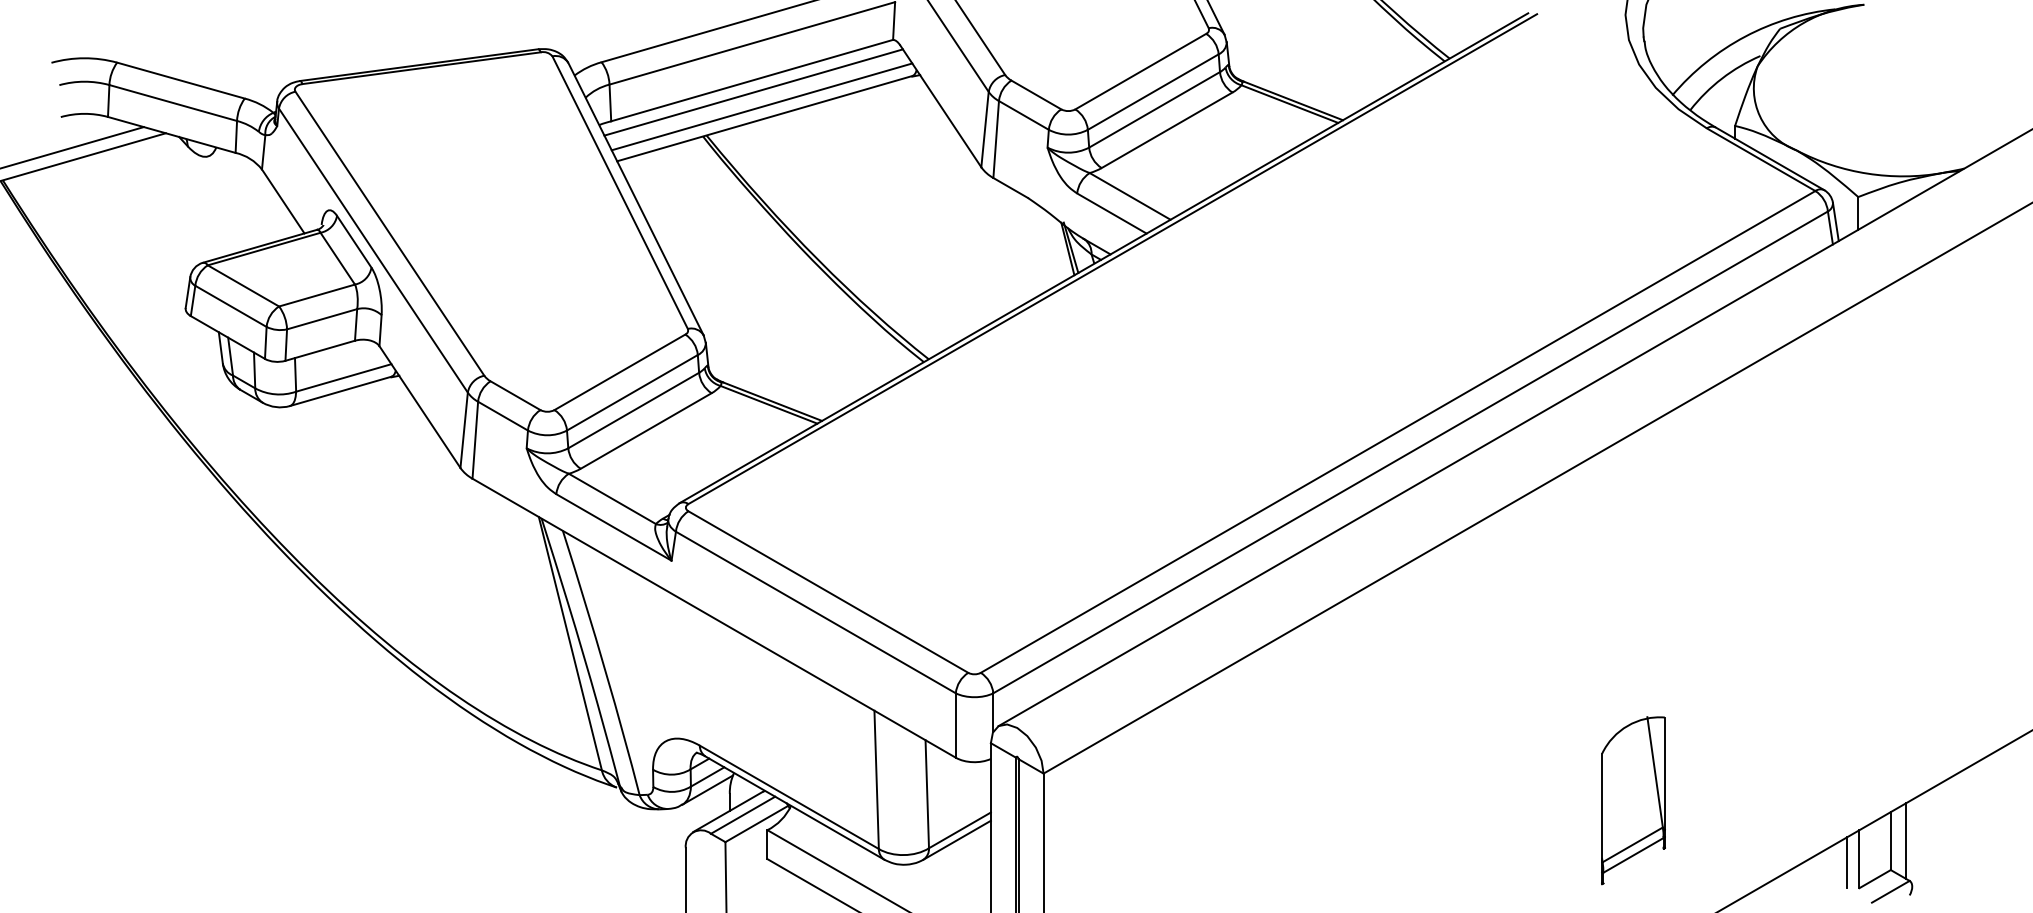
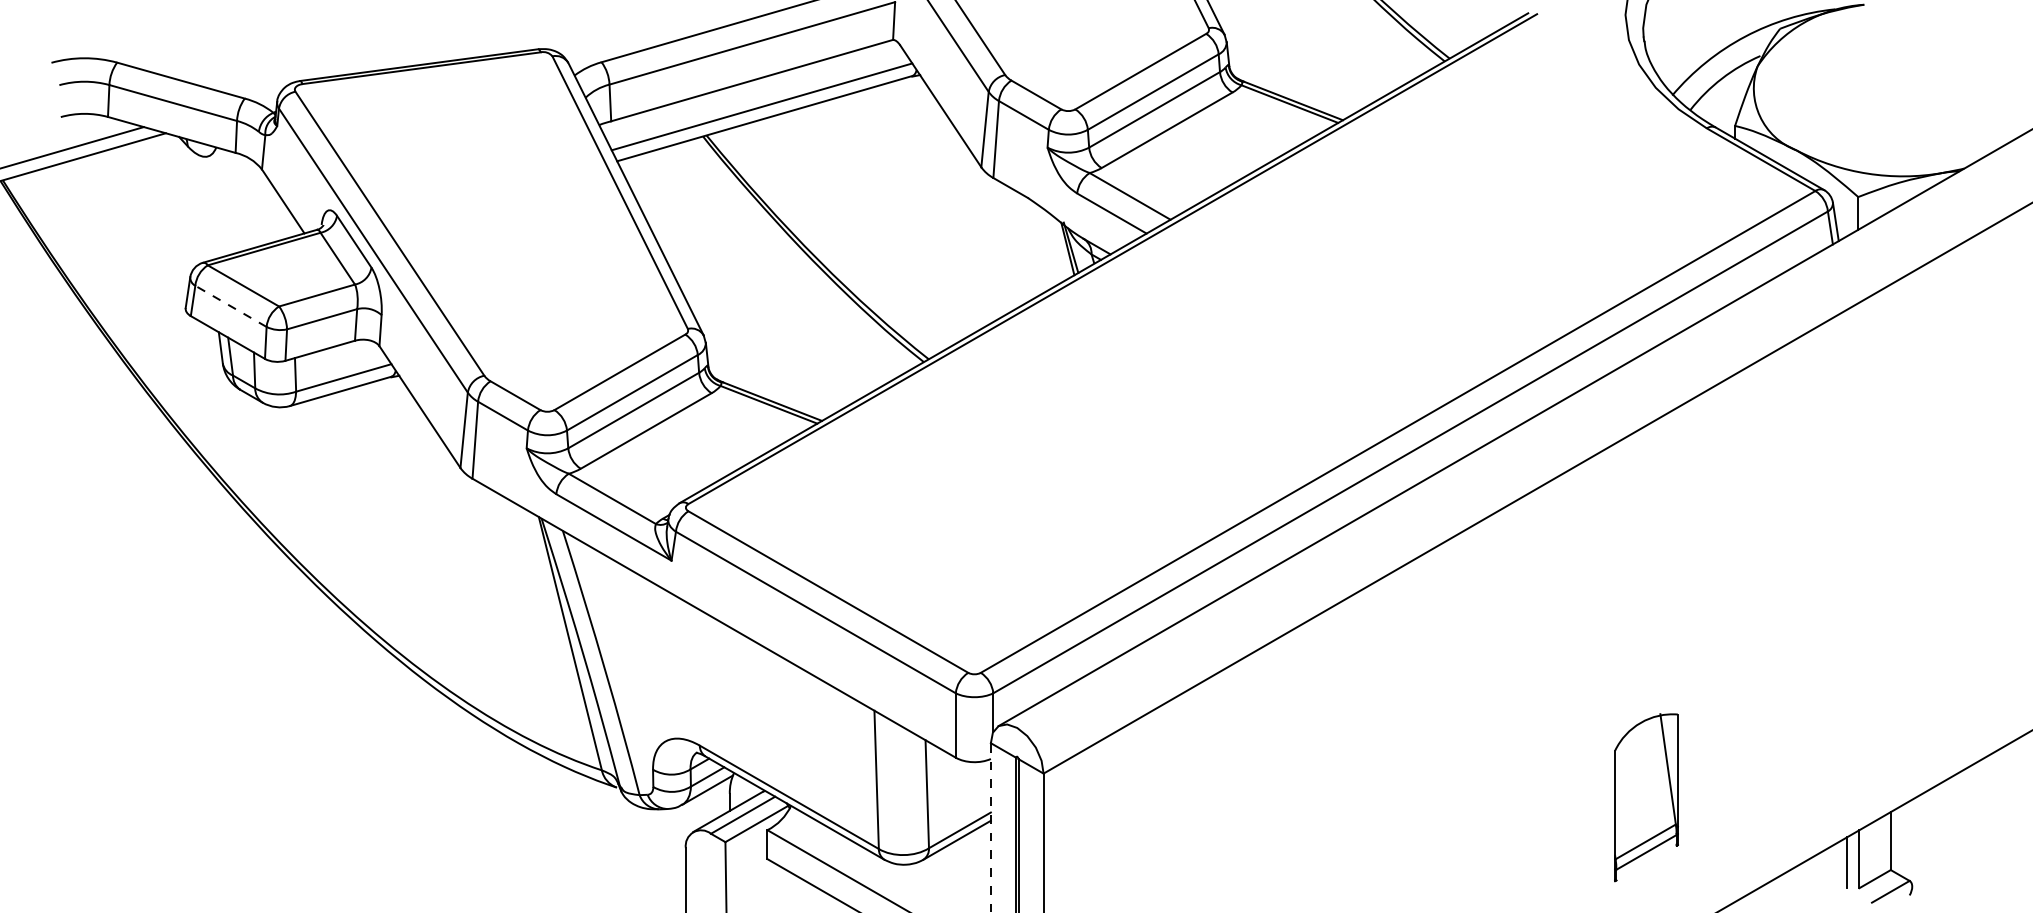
line at (753, 92): present -> none
line at (230, 306): solid -> dashed
part at (1633, 800) position: (1633, 800) -> (1646, 797)
line at (990, 827): solid -> dashed
line at (1906, 840): present -> none
